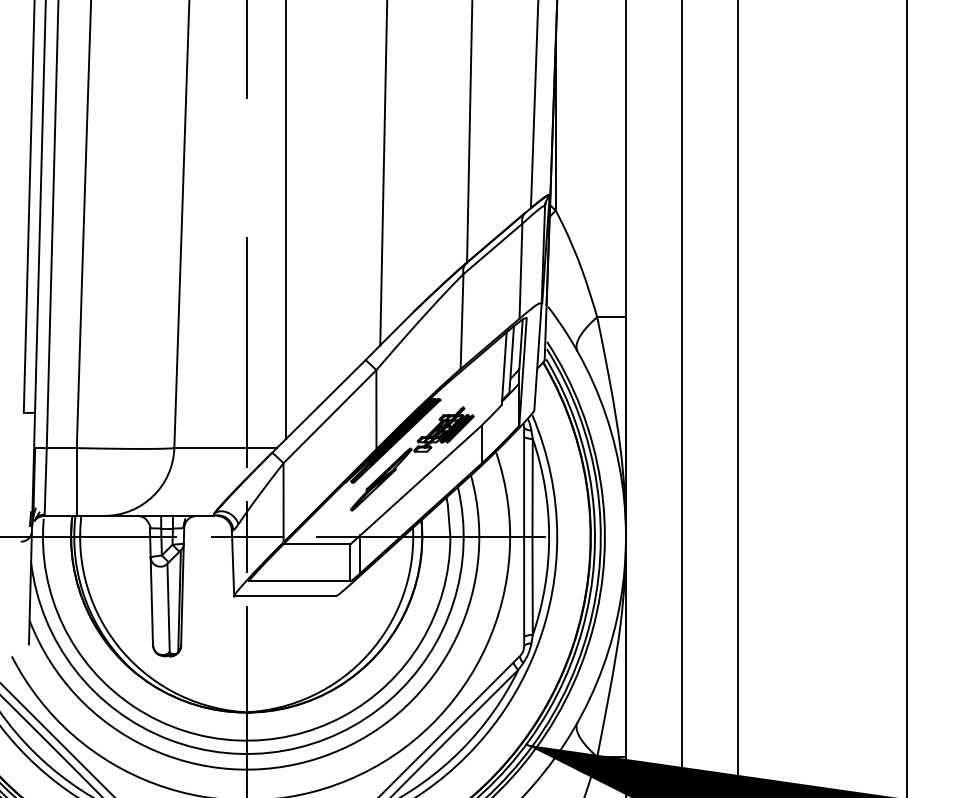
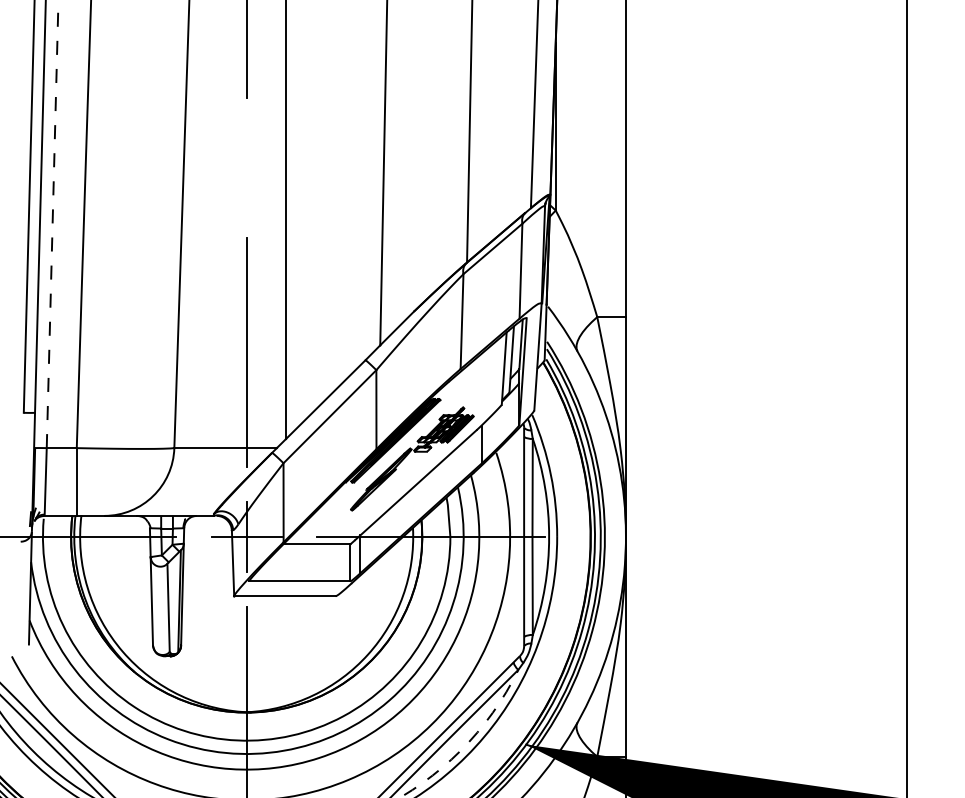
line at (52, 224): solid -> dashed
line at (682, 398): present -> none
line at (738, 398): present -> none
arc at (468, 742): solid -> dashed
